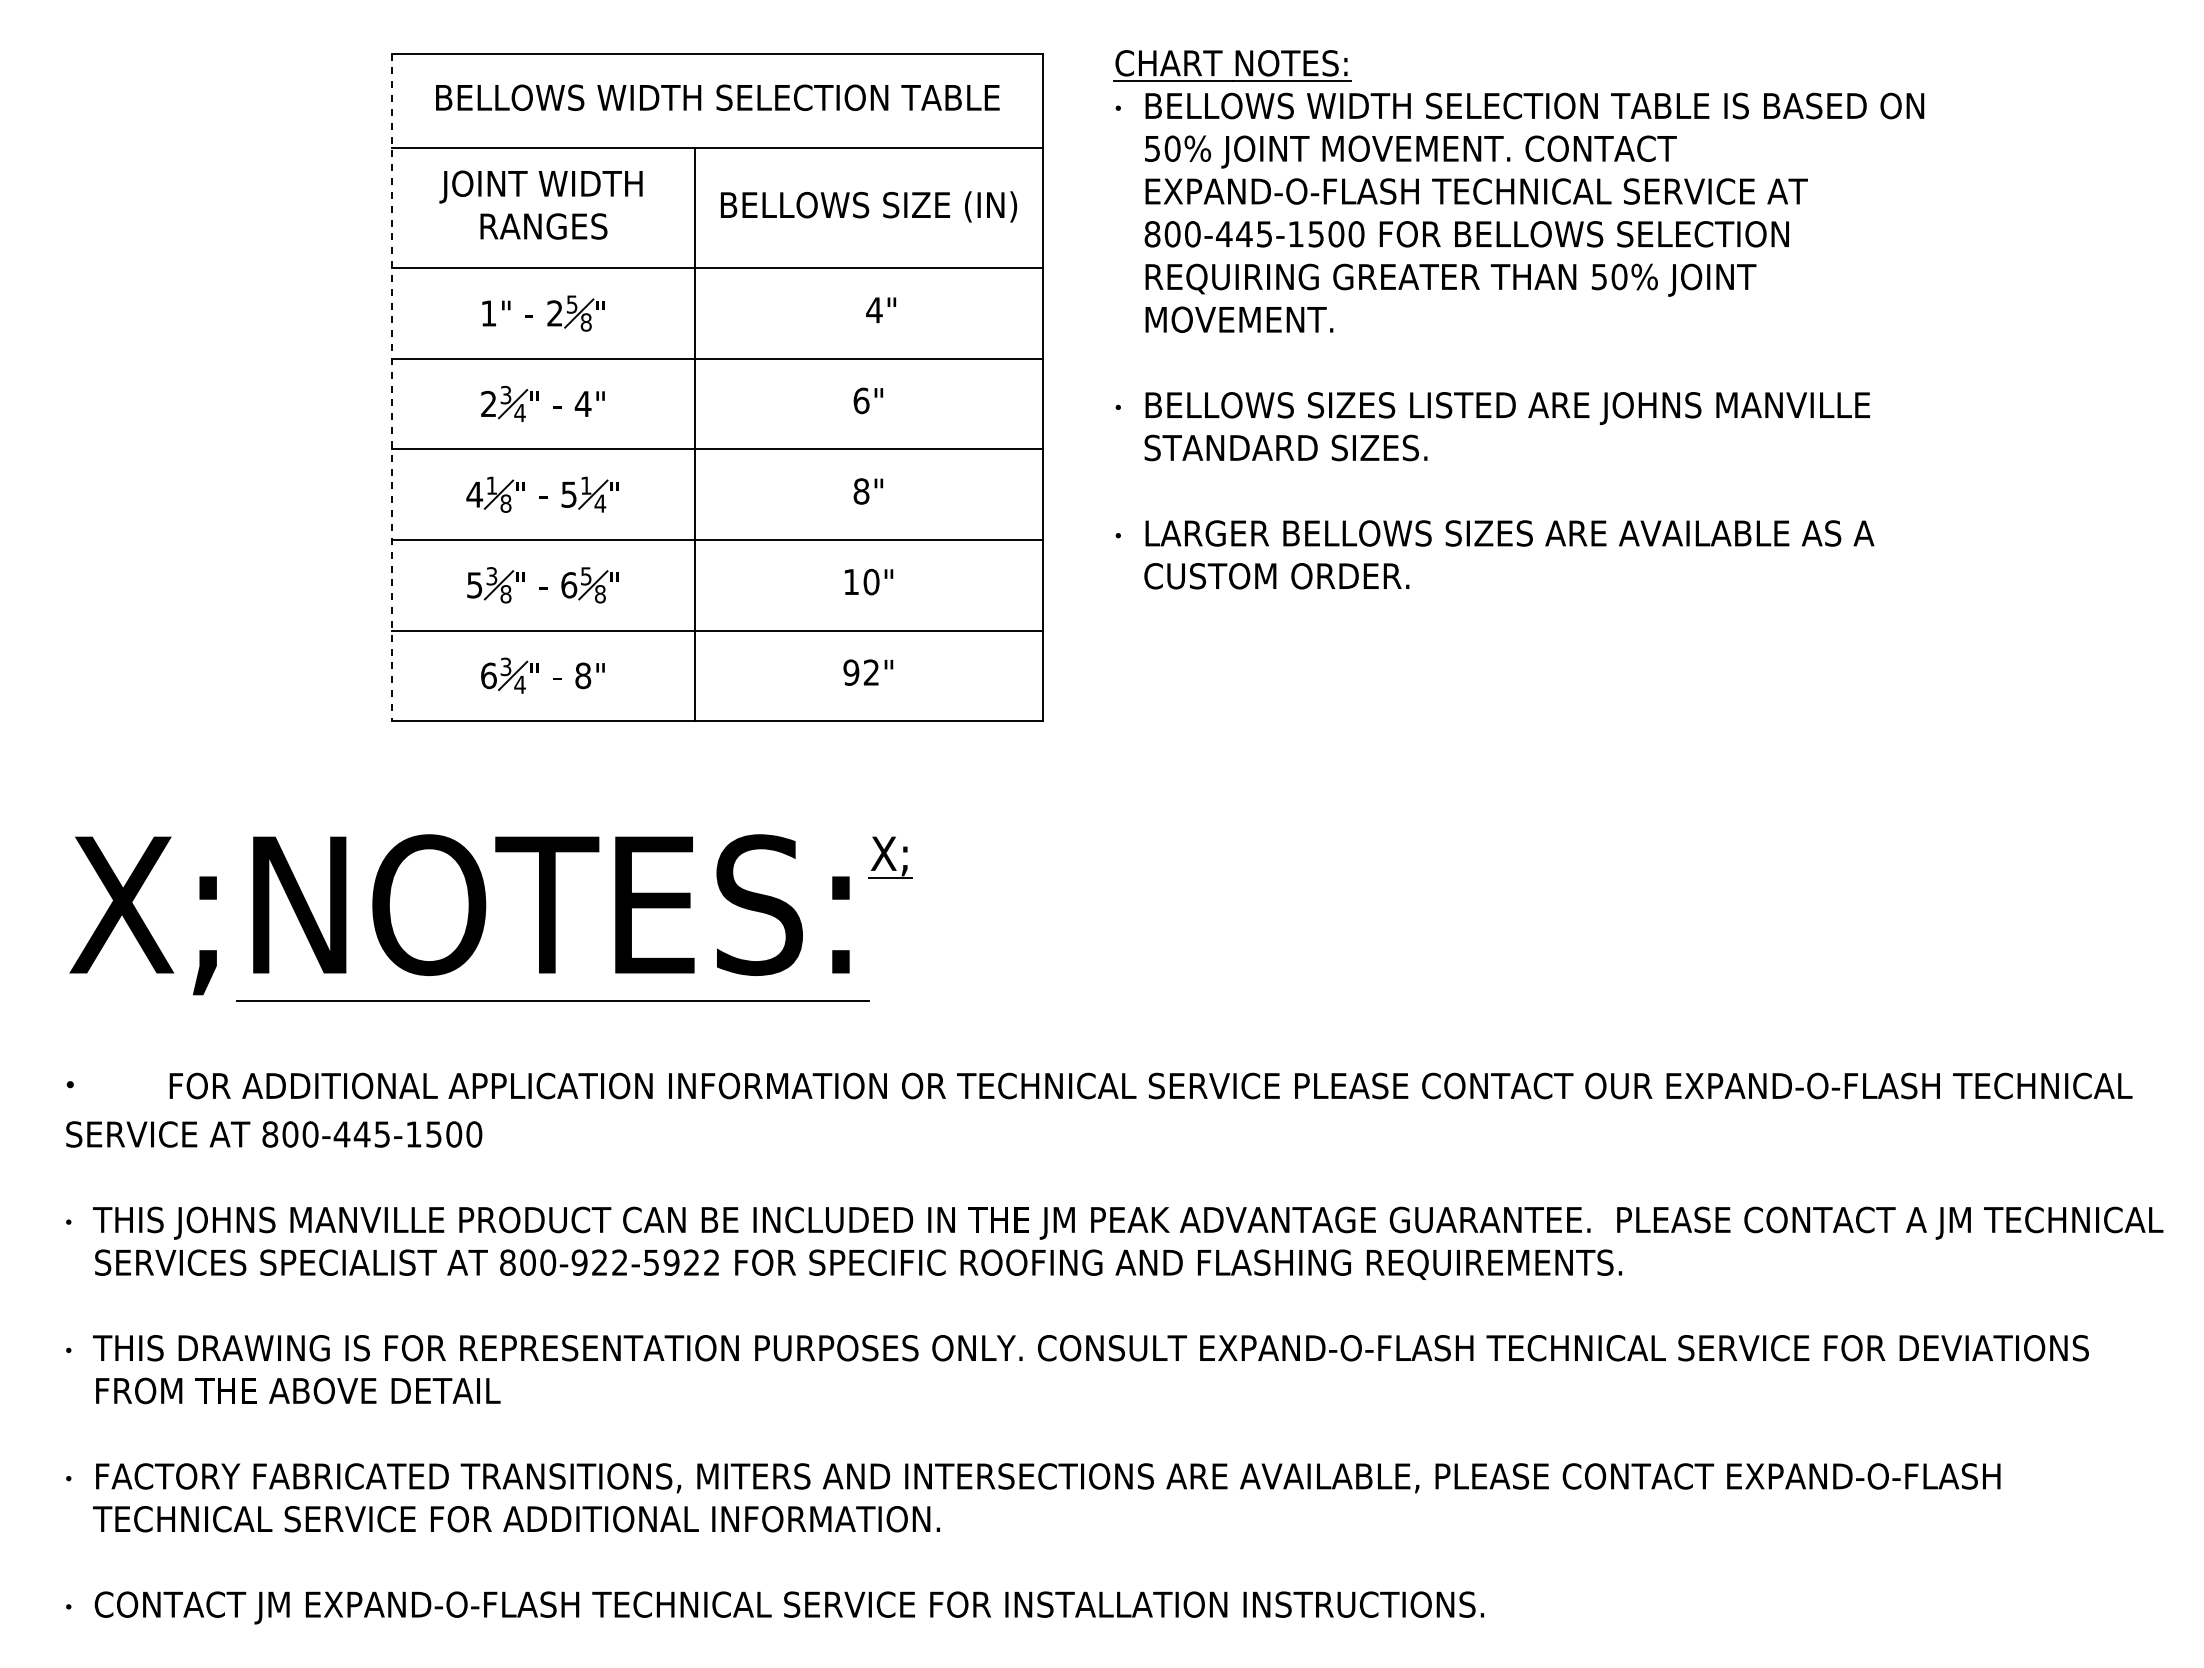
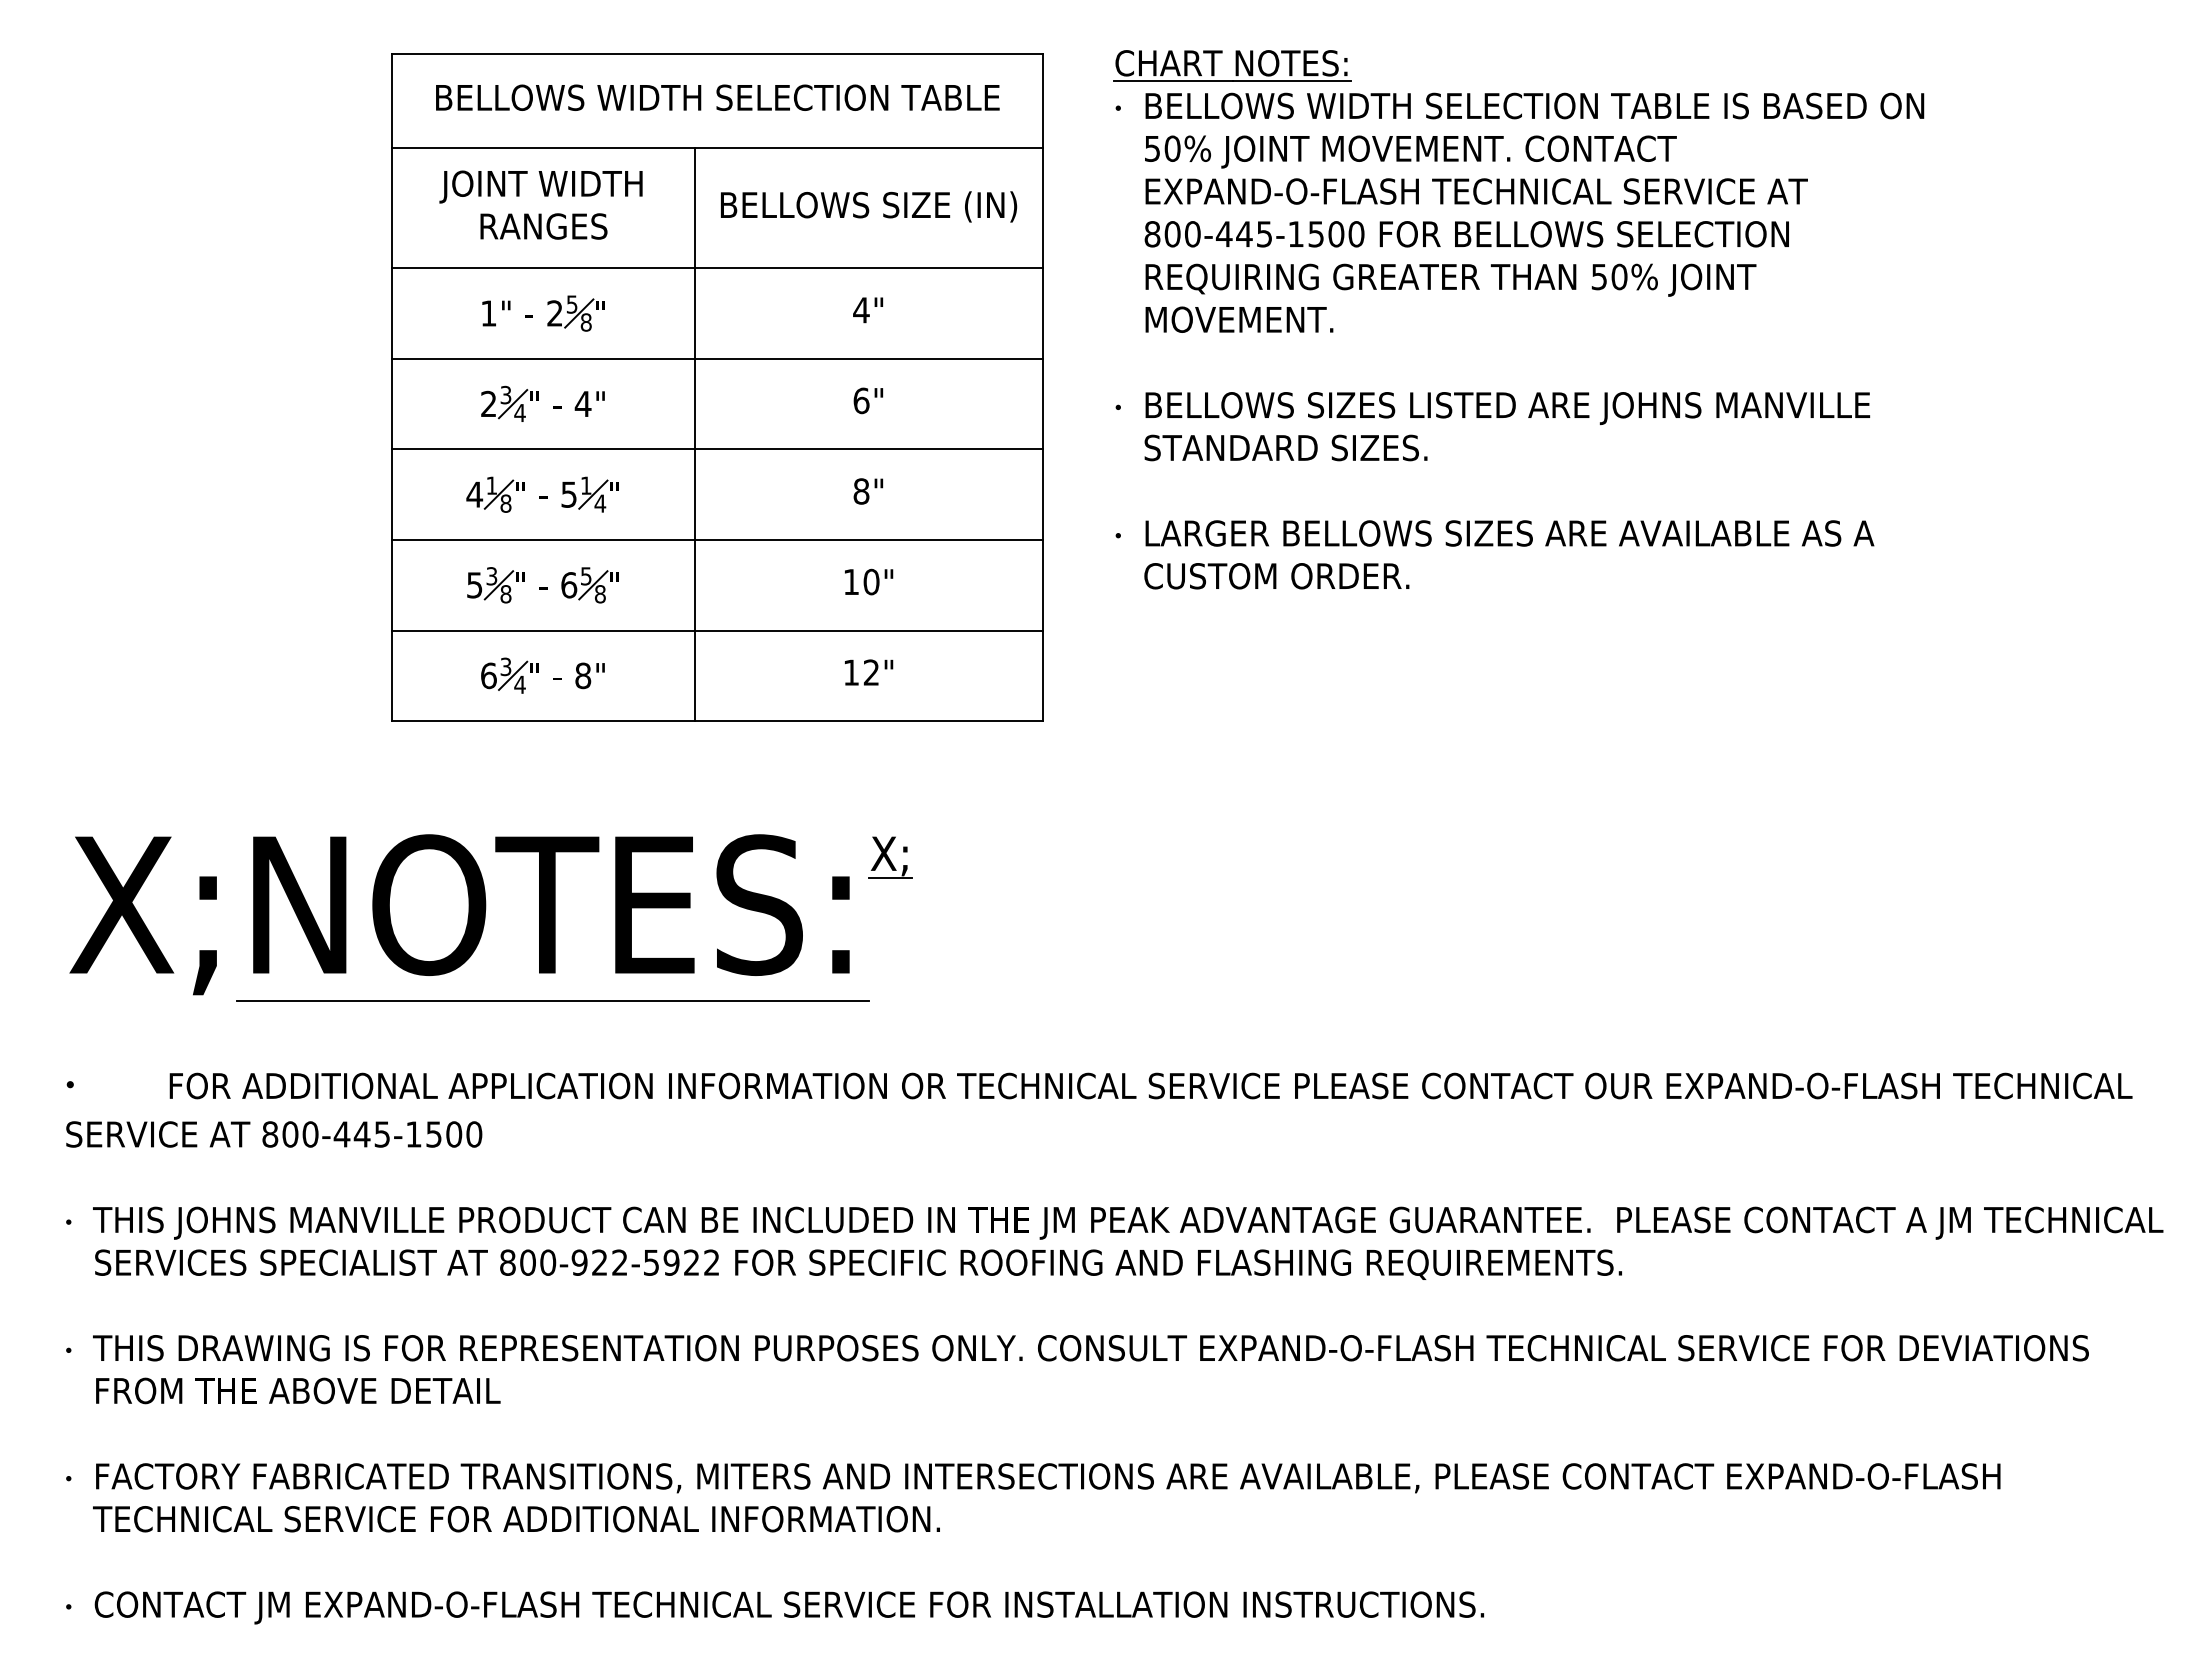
text at (881, 310) position: (881, 310) -> (868, 310)
line at (391, 387): dashed -> solid
text at (851, 672): 92" -> 12"
